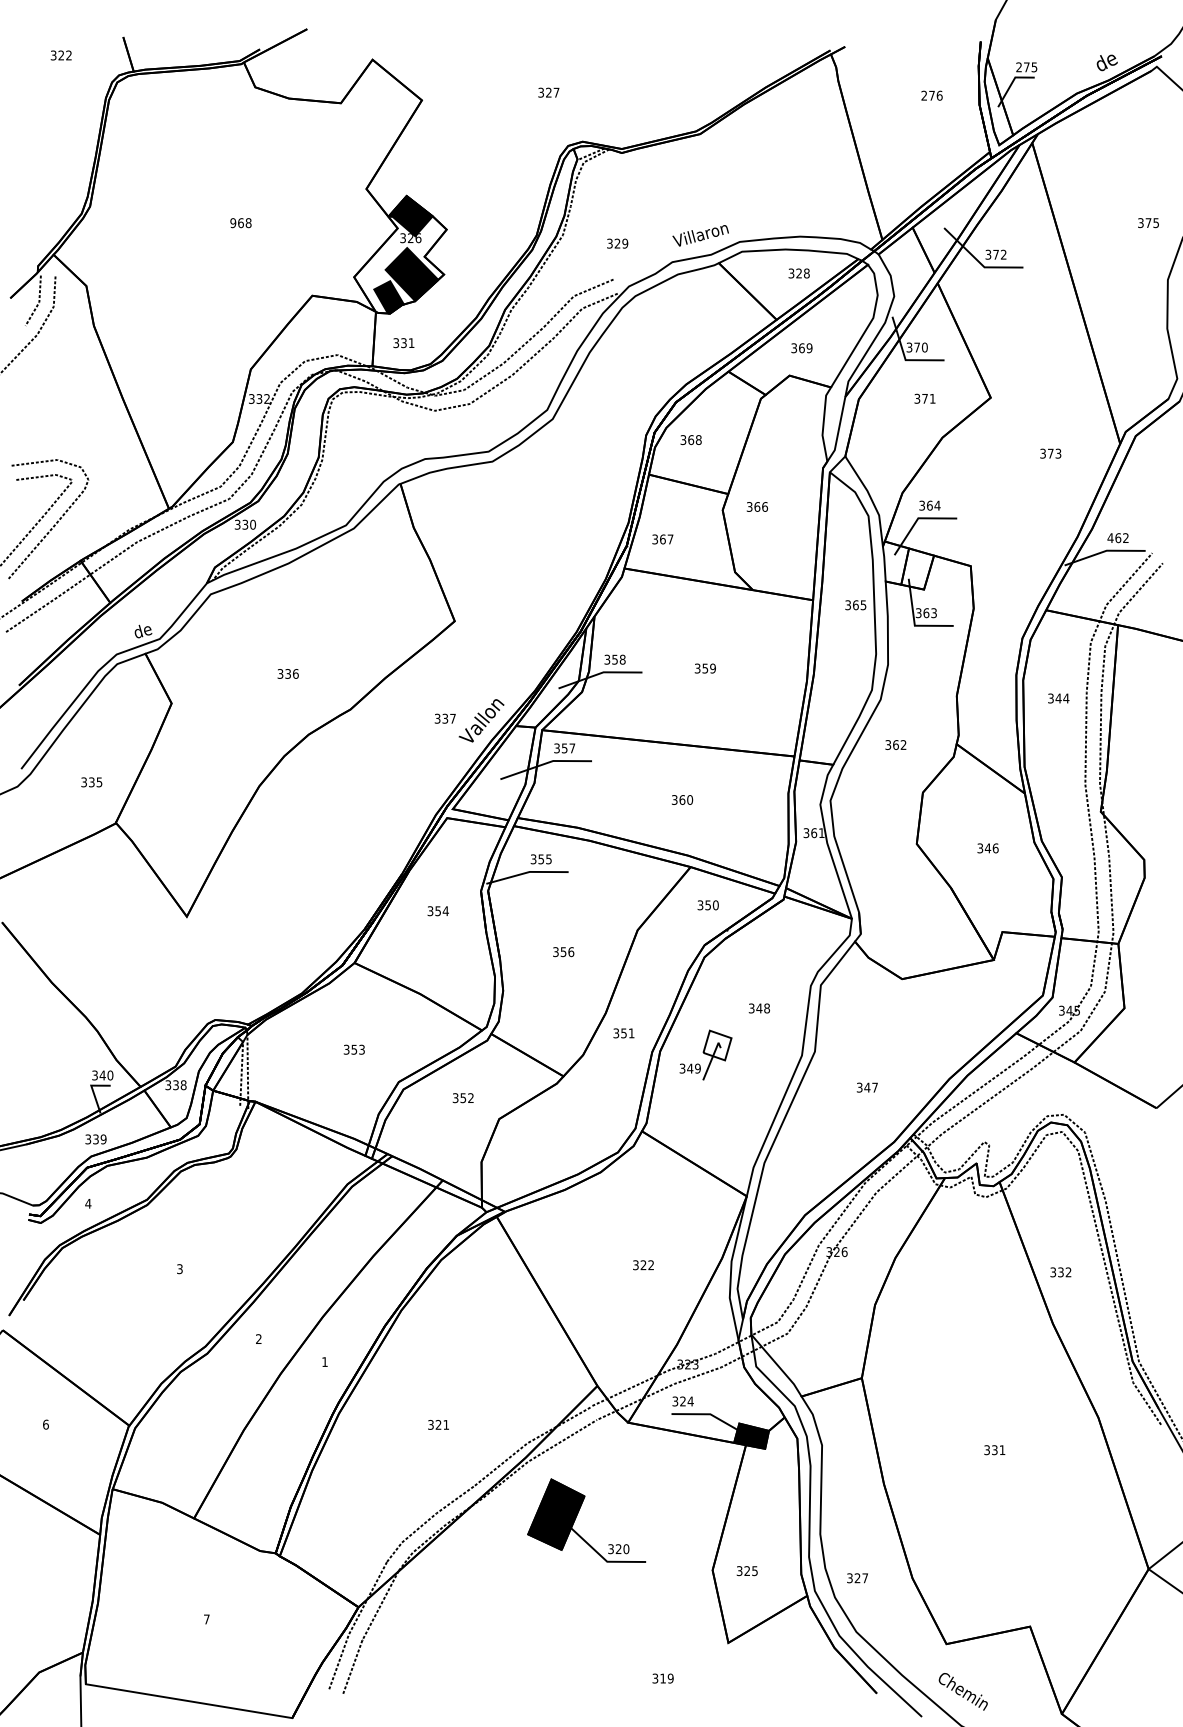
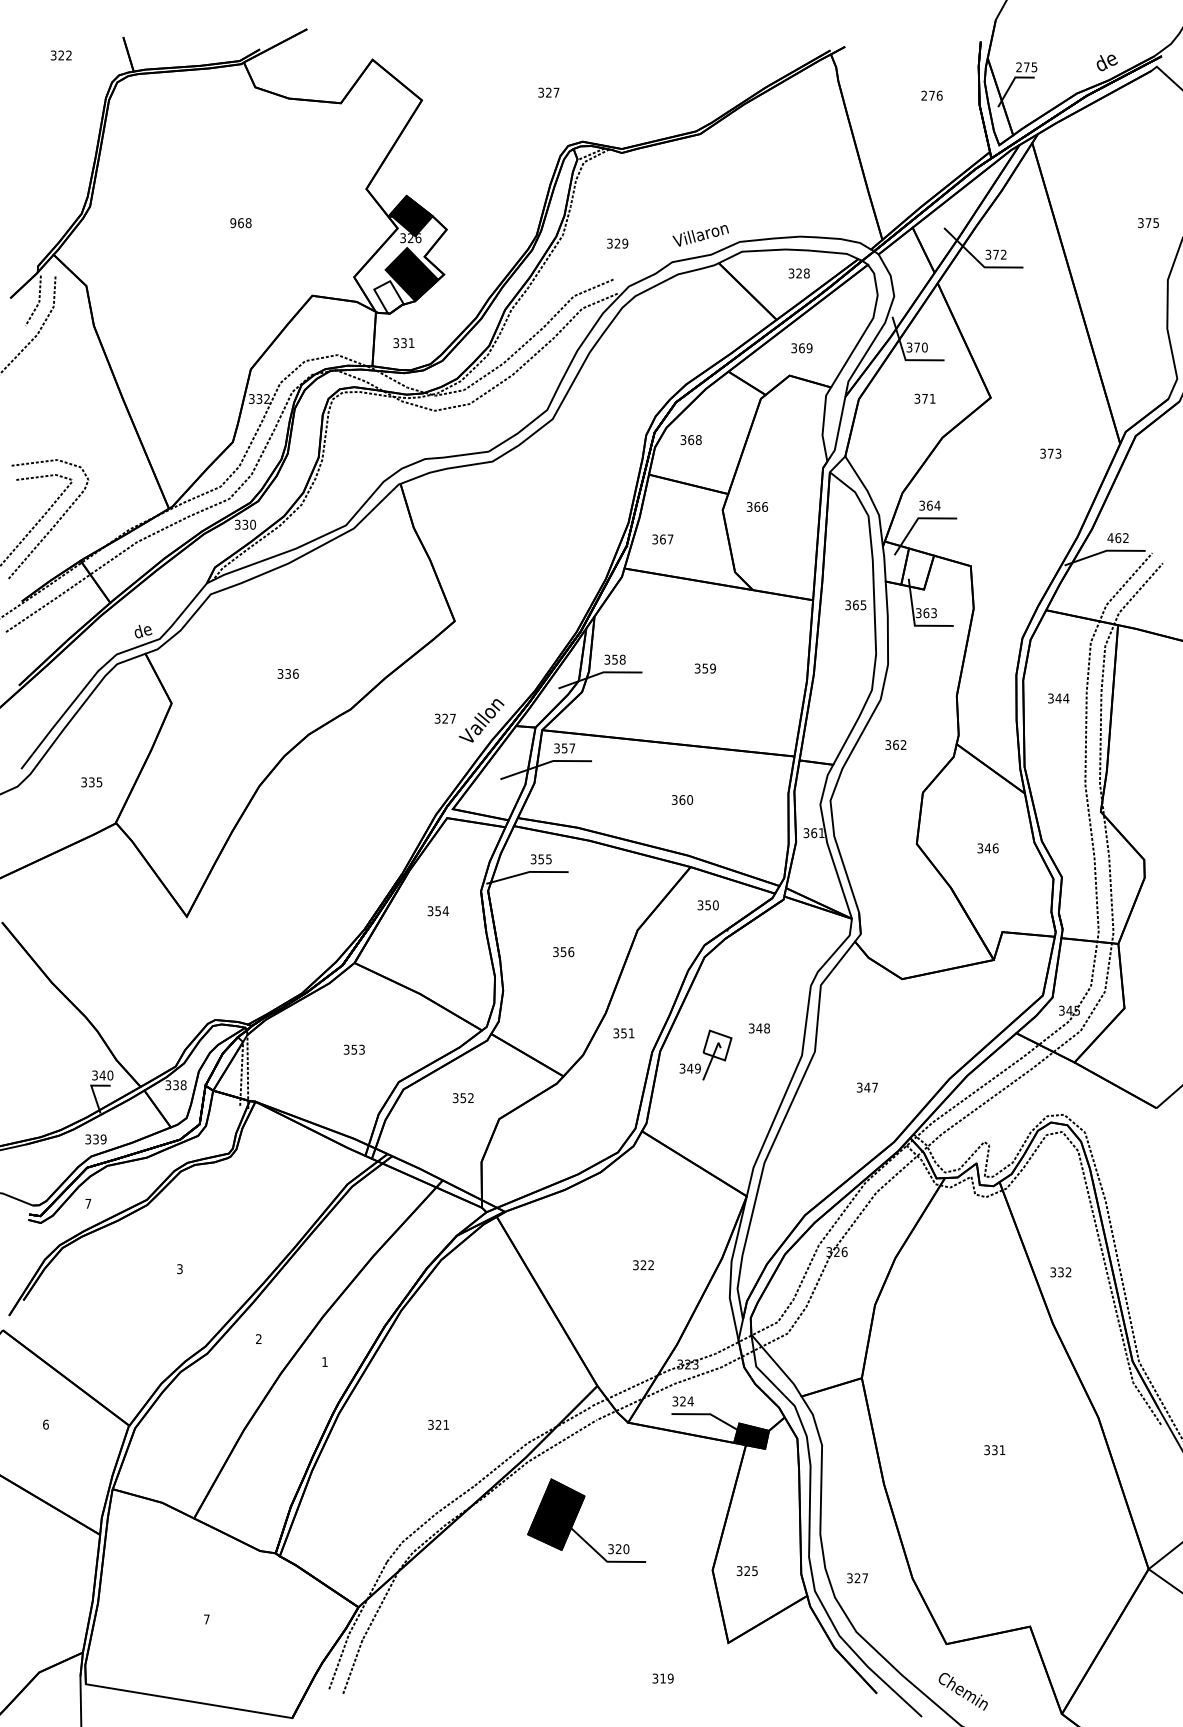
fill at (388, 297): present -> none
text at (445, 718): 337 -> 327
text at (758, 1008) position: (758, 1008) -> (758, 1028)
text at (88, 1203): 4 -> 7
